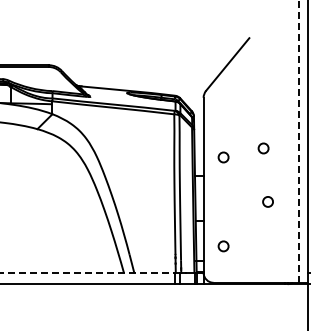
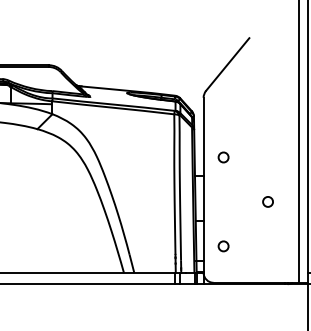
line at (298, 141): dashed -> solid
circle at (263, 148): present -> none
line at (90, 273): dashed -> solid
